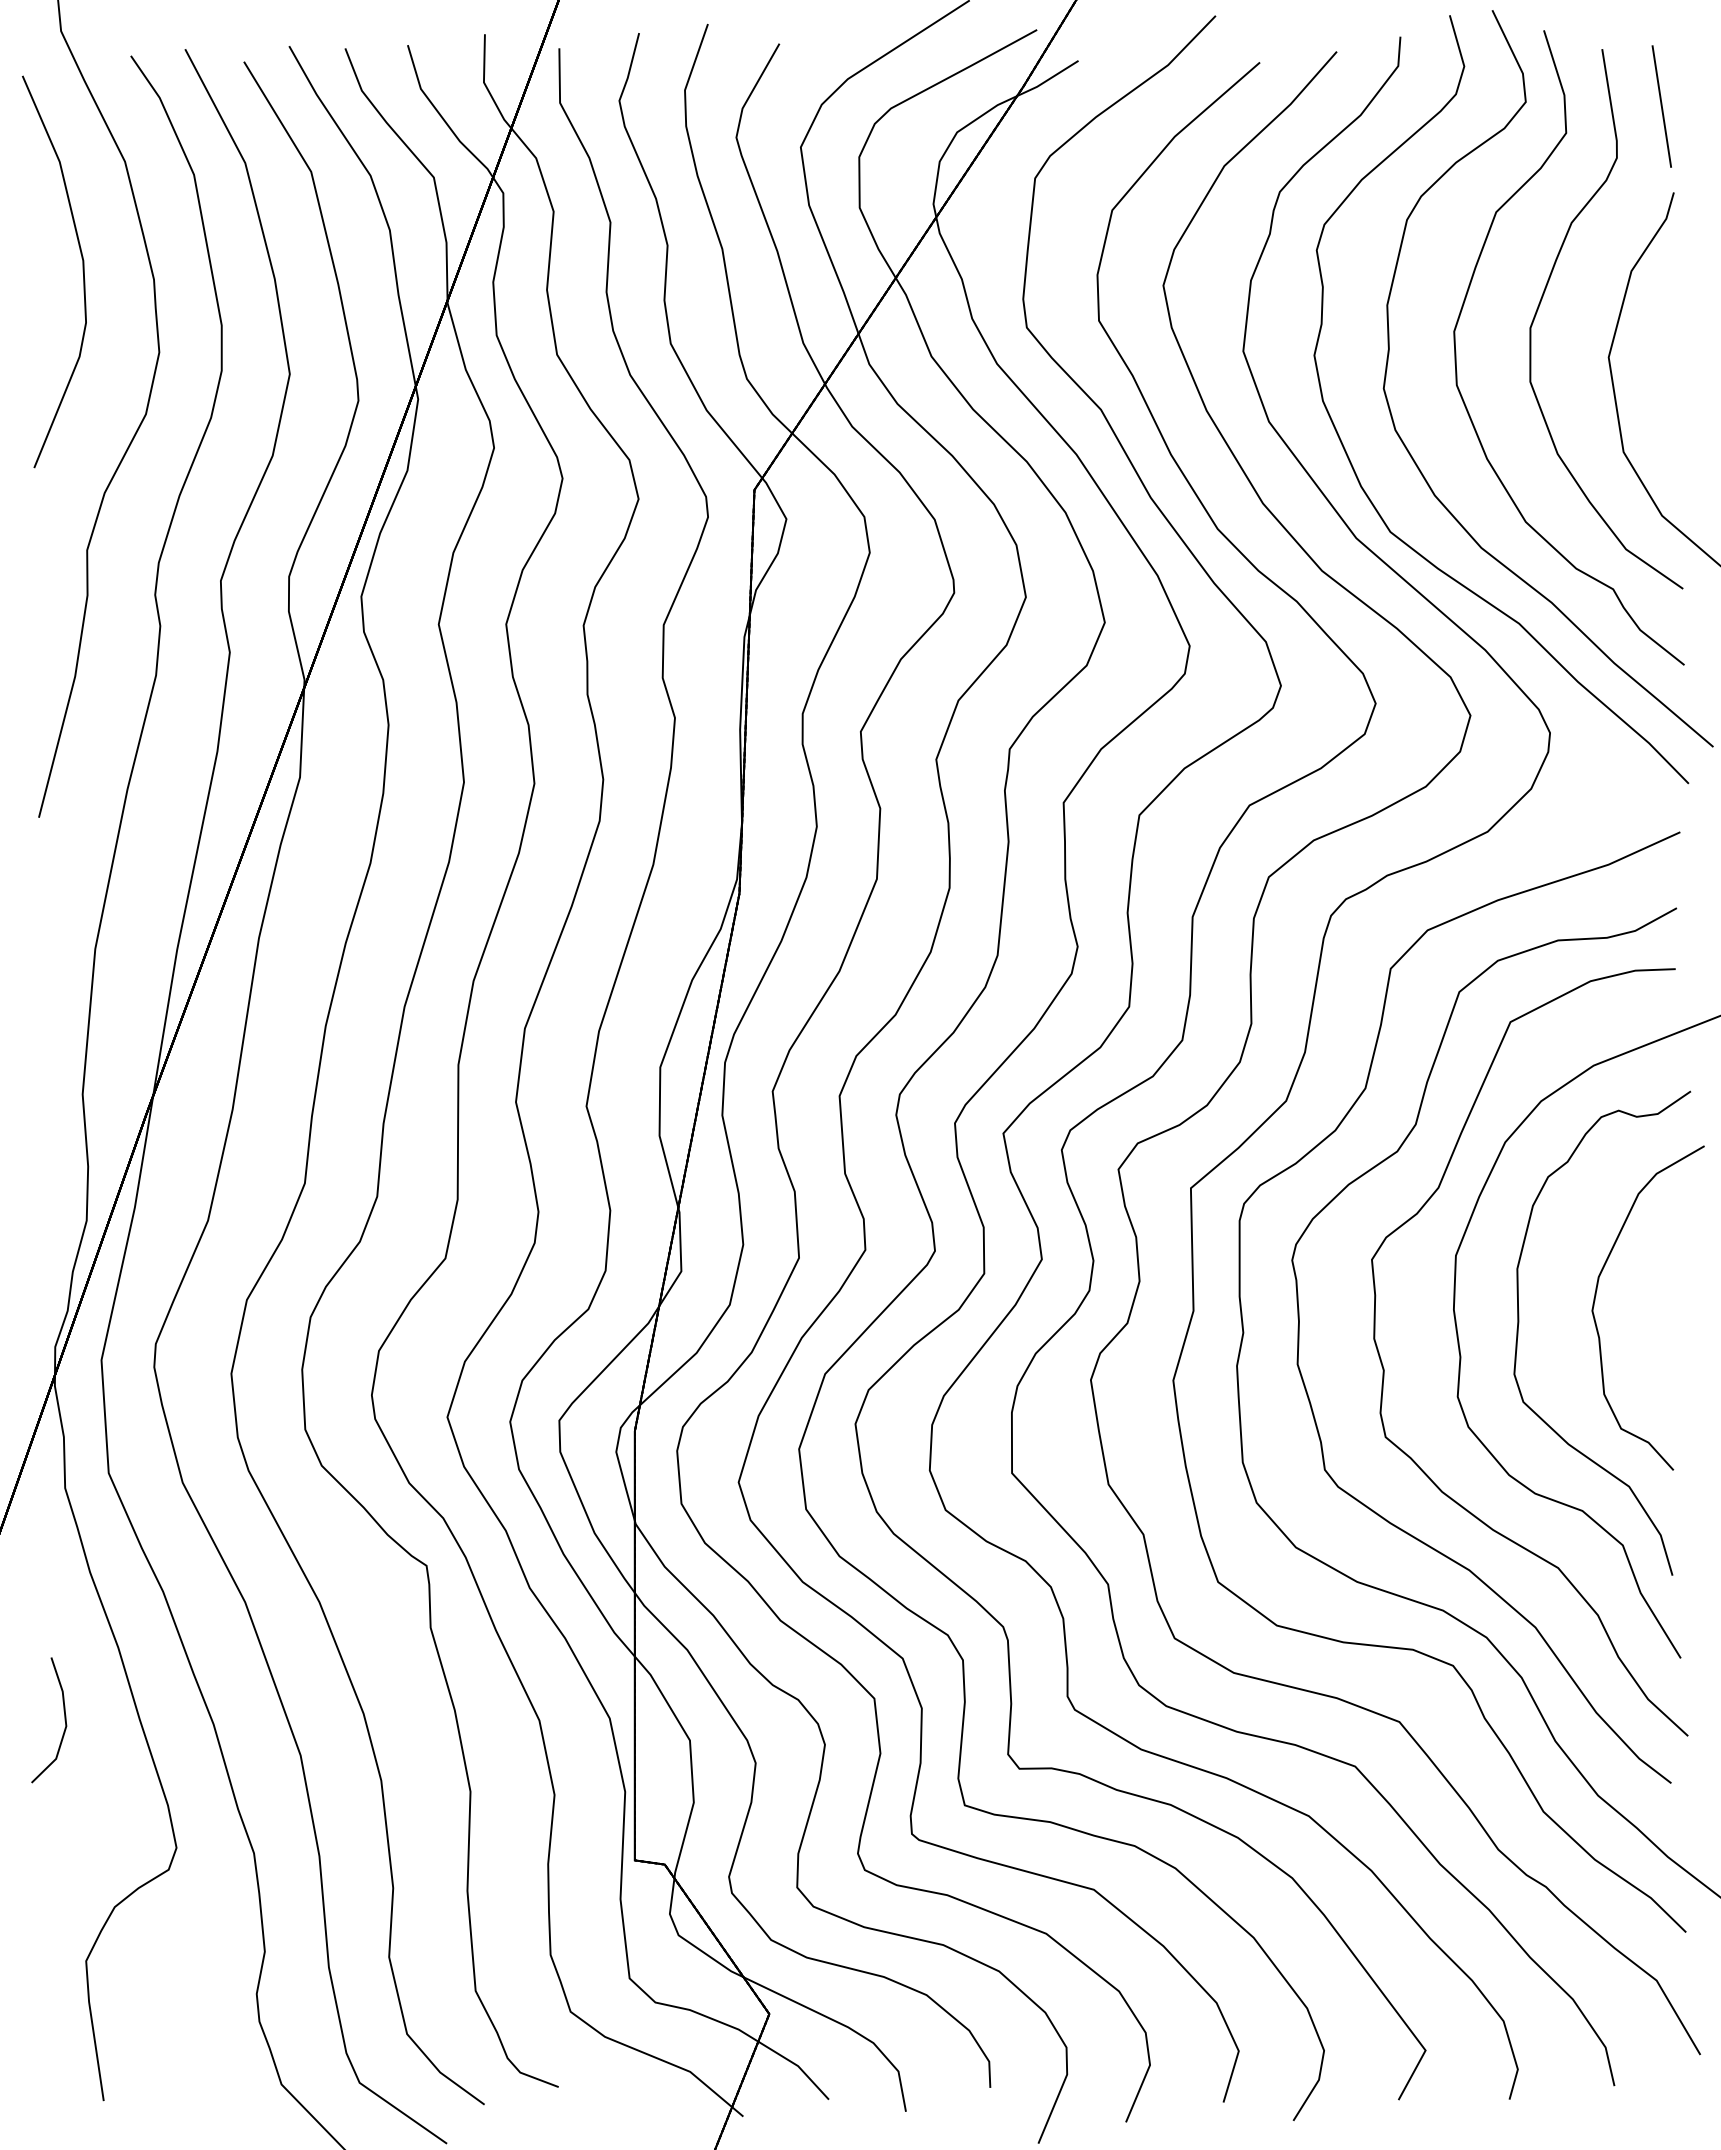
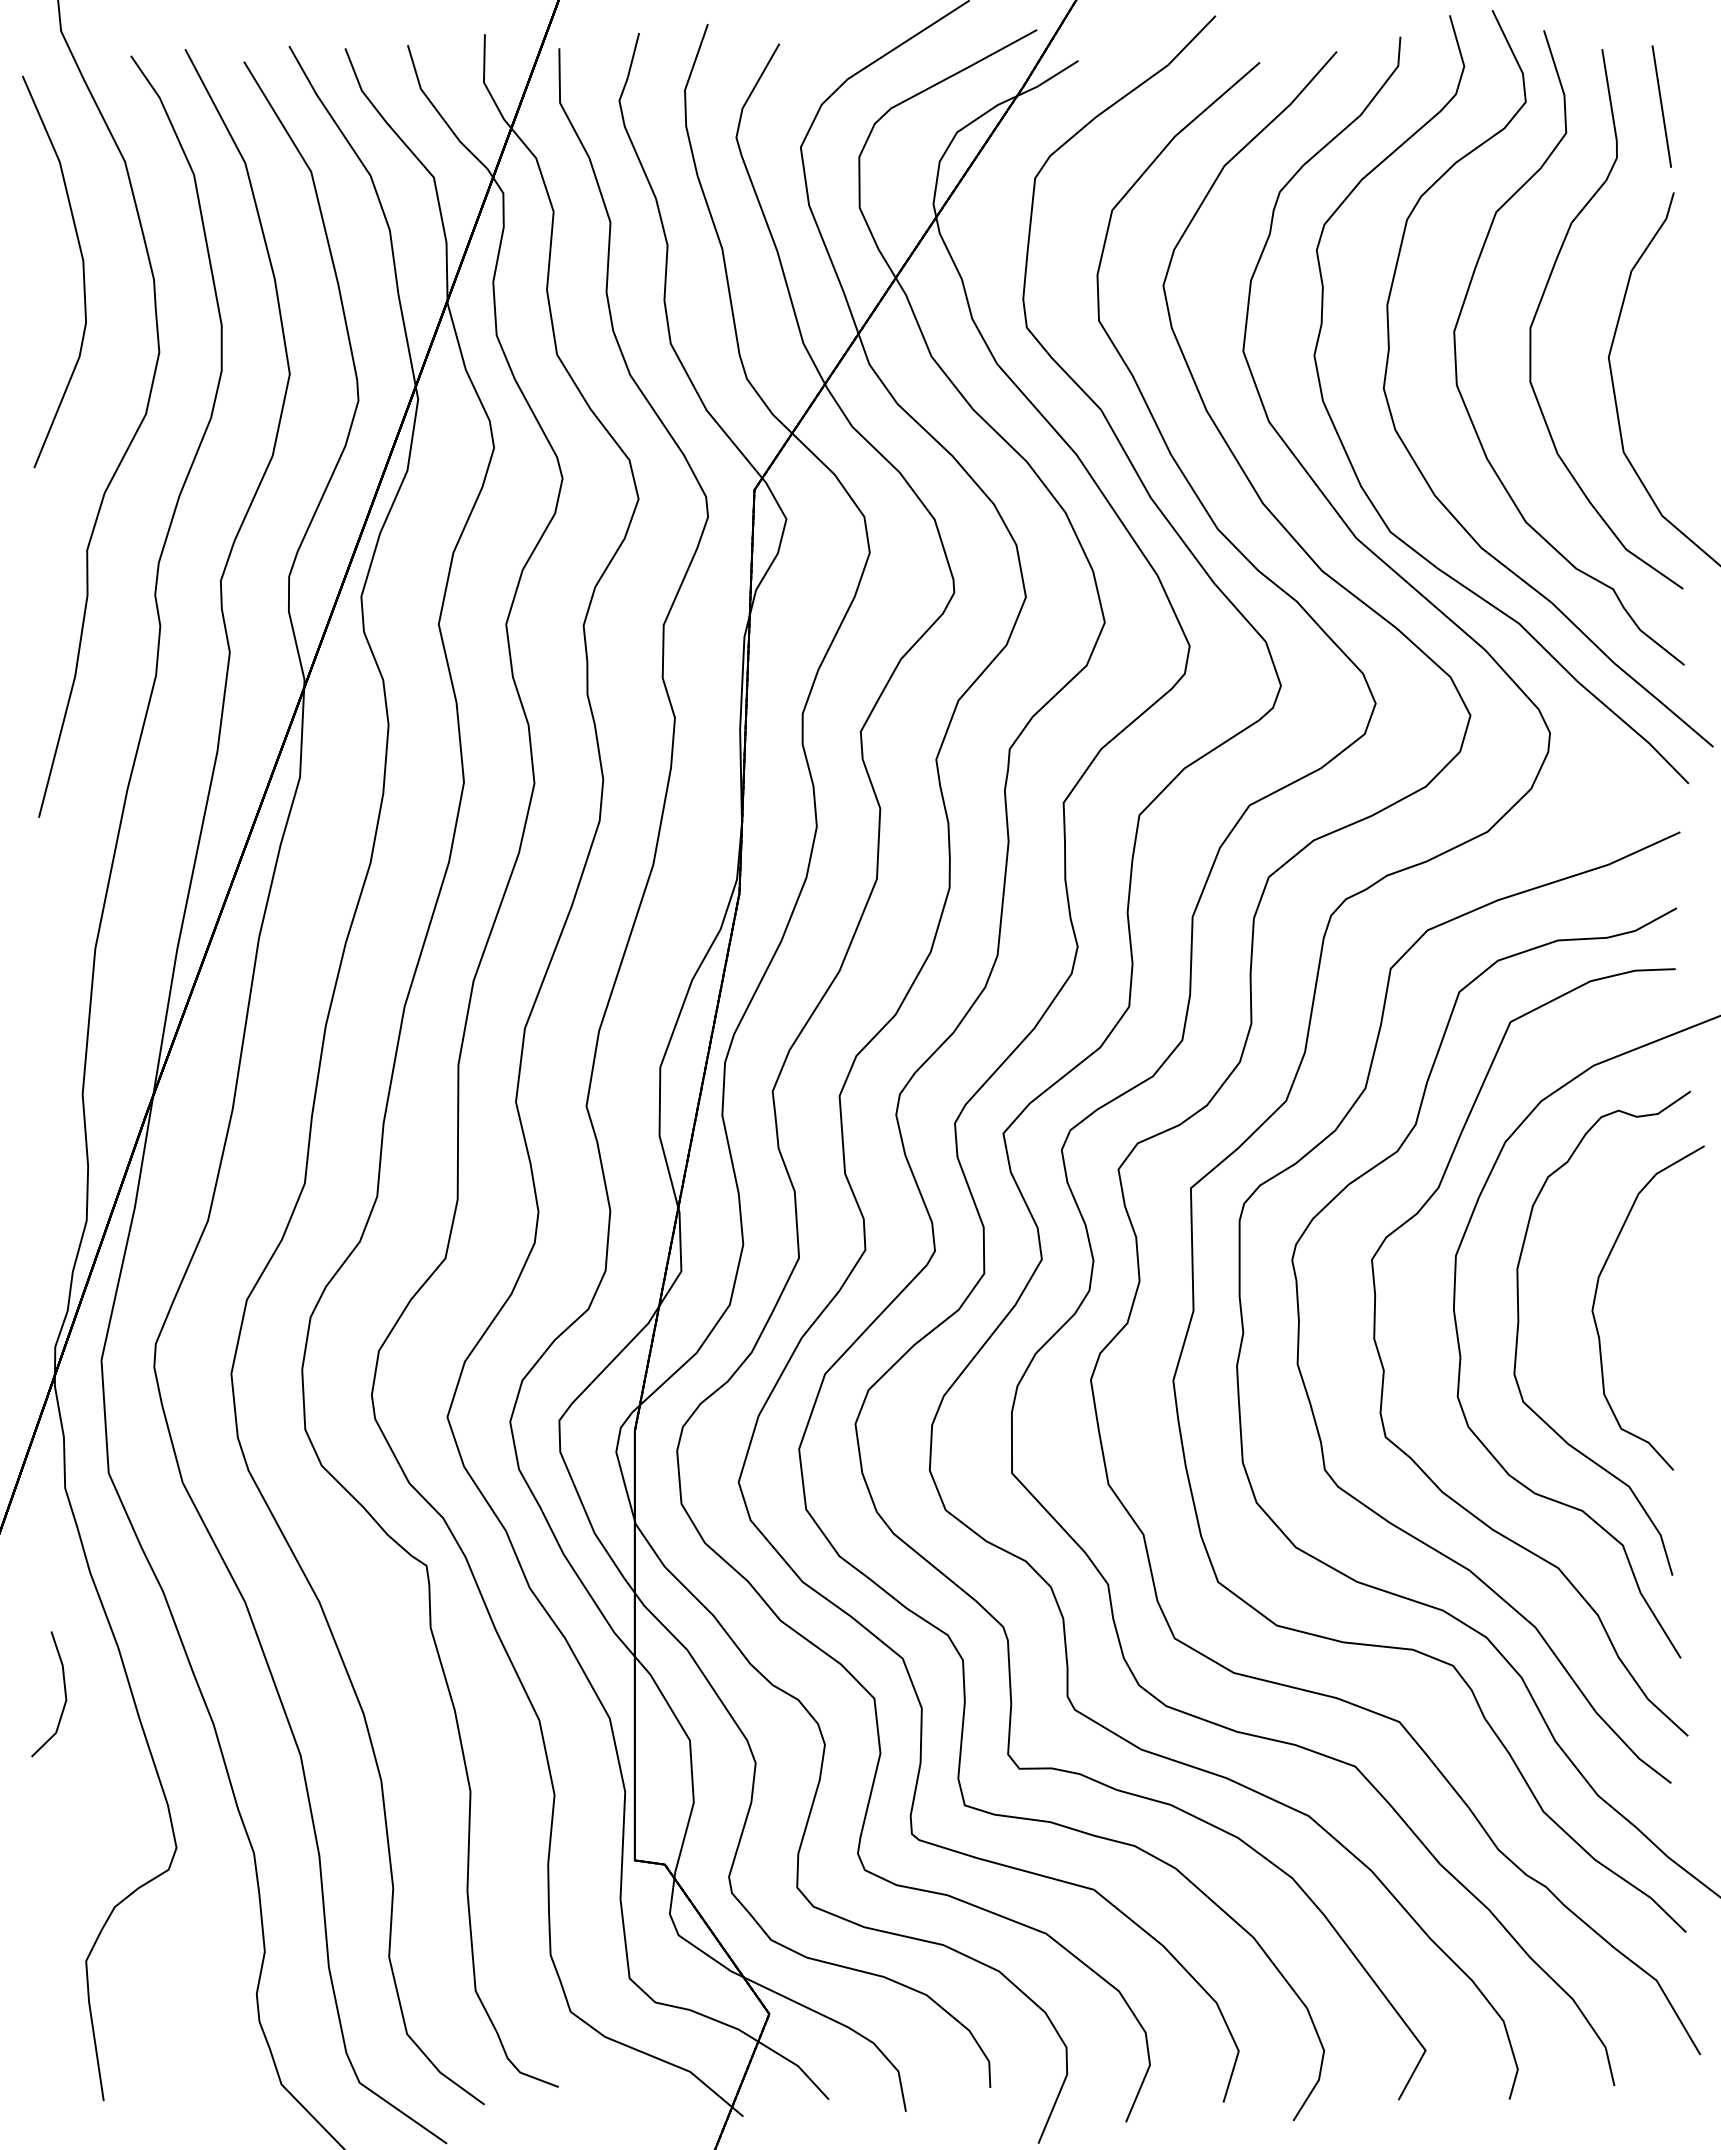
line at (64, 1720) position: (64, 1720) -> (64, 1694)
